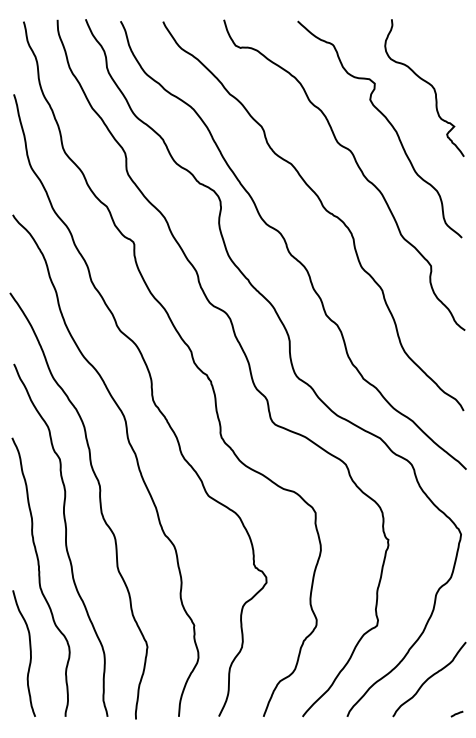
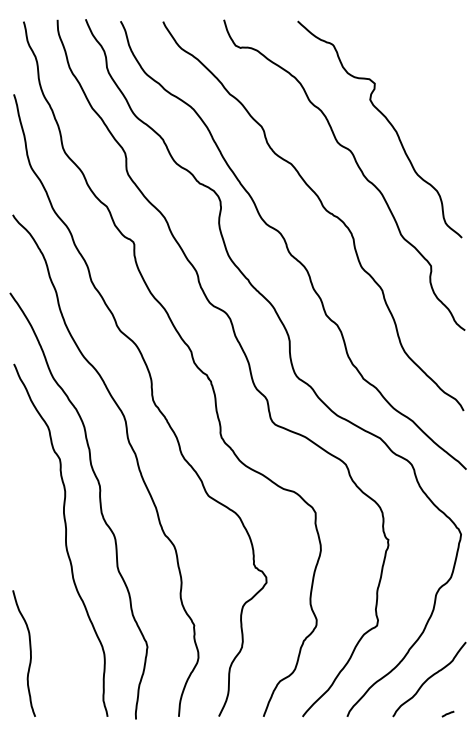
curve at (426, 83): present -> none
curve at (40, 576): present -> none
curve at (456, 713) position: (456, 713) -> (447, 713)
